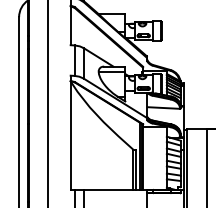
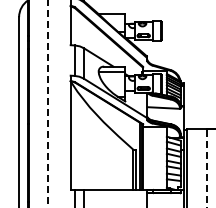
line at (48, 104): solid -> dashed
line at (206, 167): solid -> dashed
